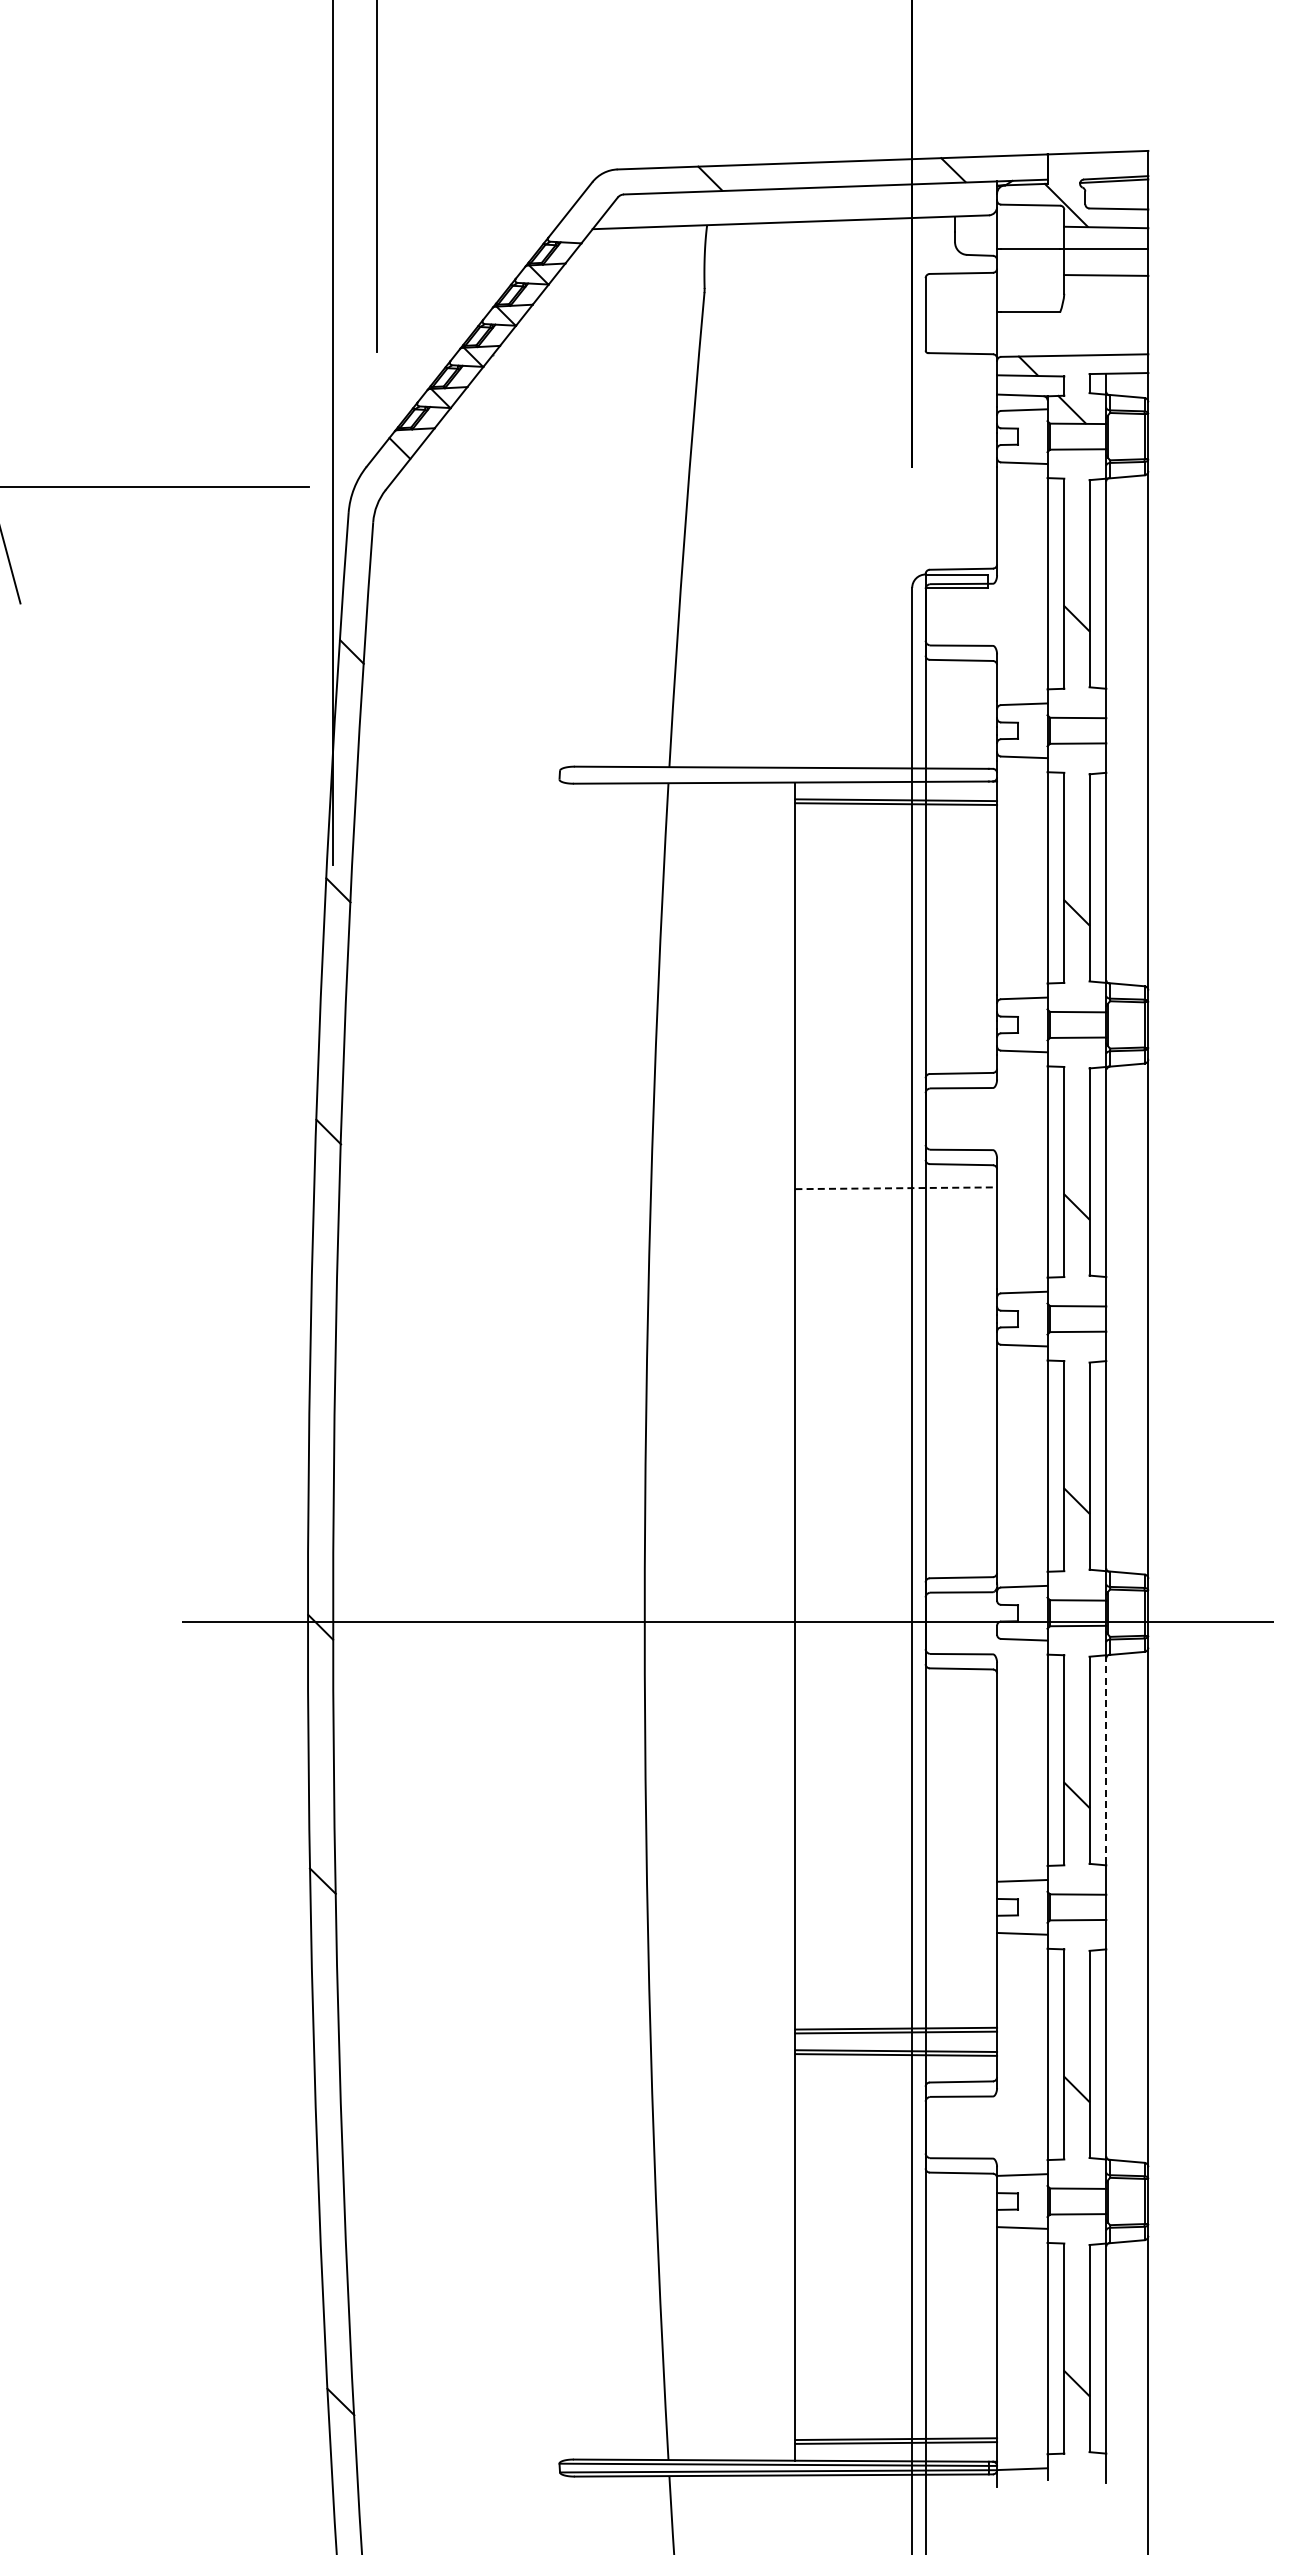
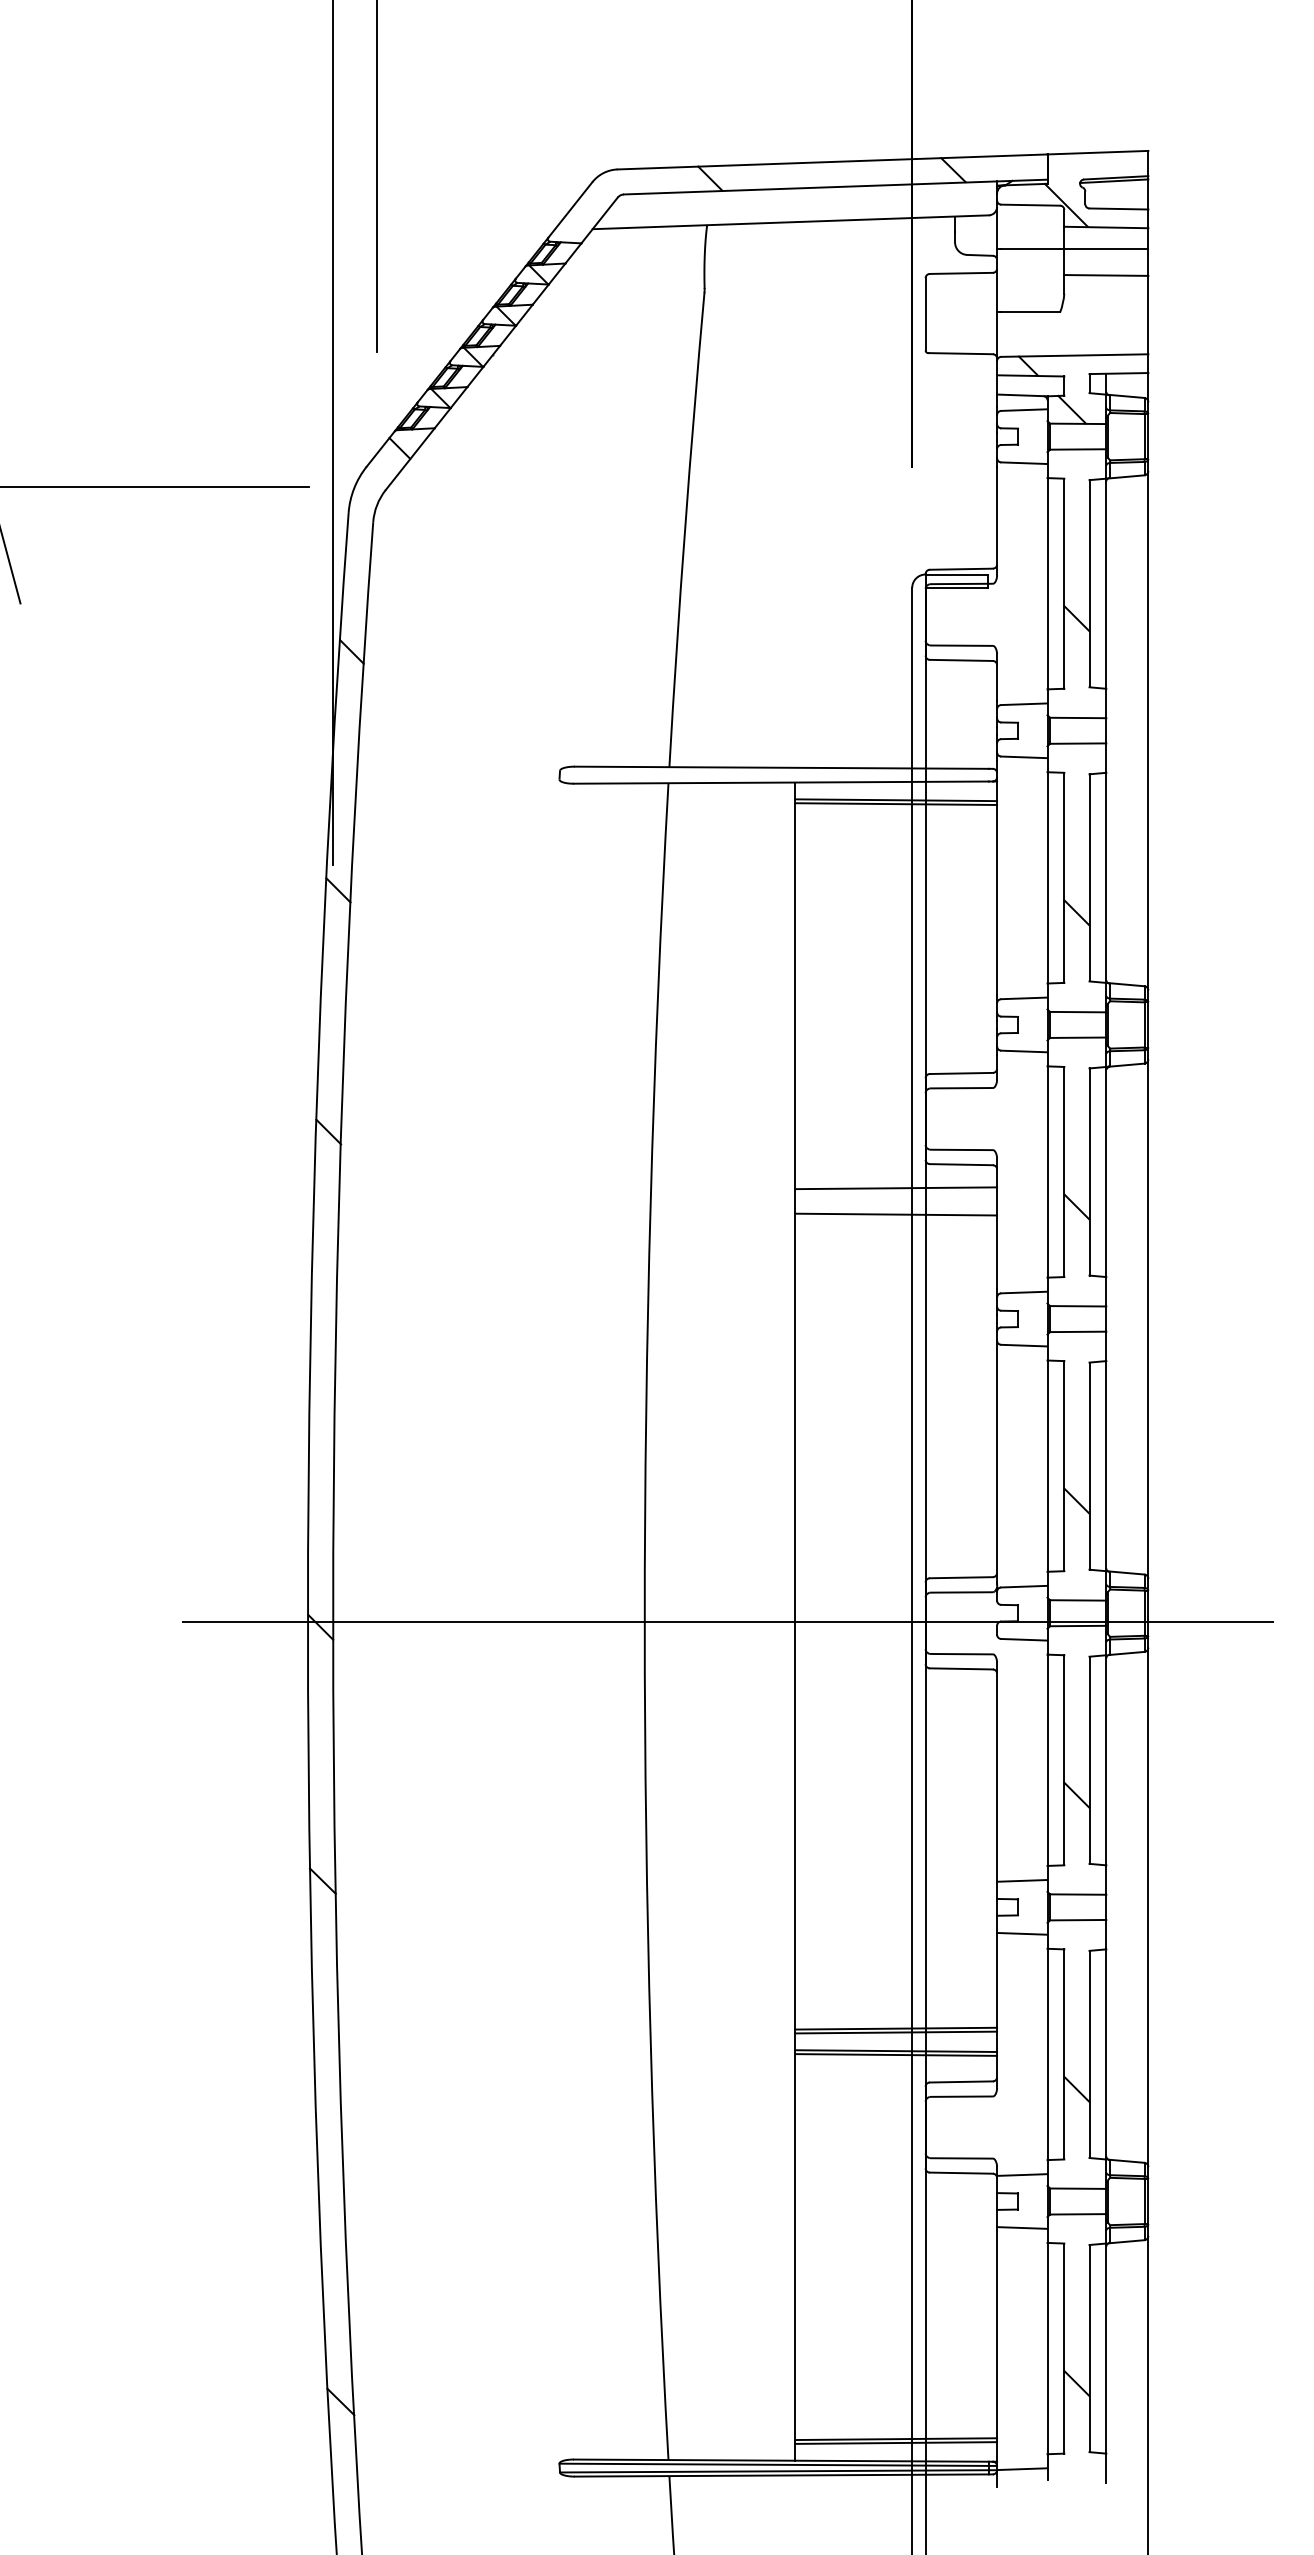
line at (896, 1188): dashed -> solid
line at (896, 1214): none -> present
line at (1106, 1760): dashed -> solid
